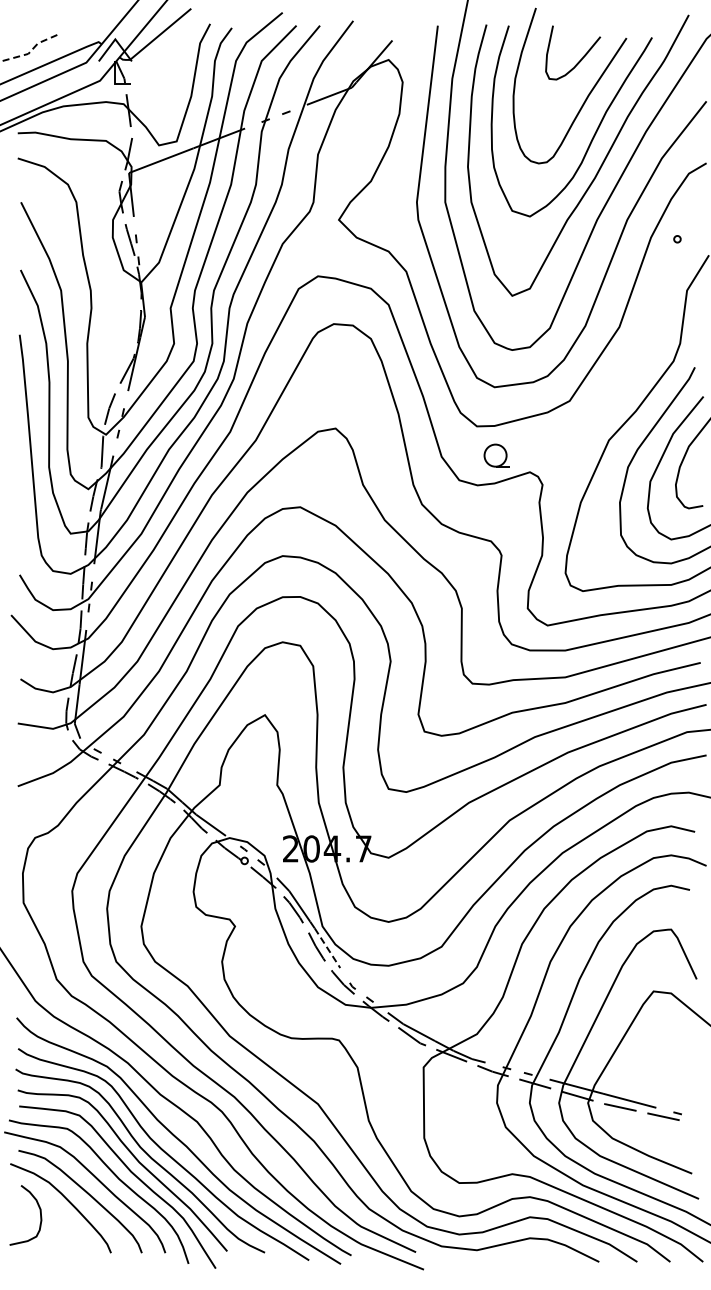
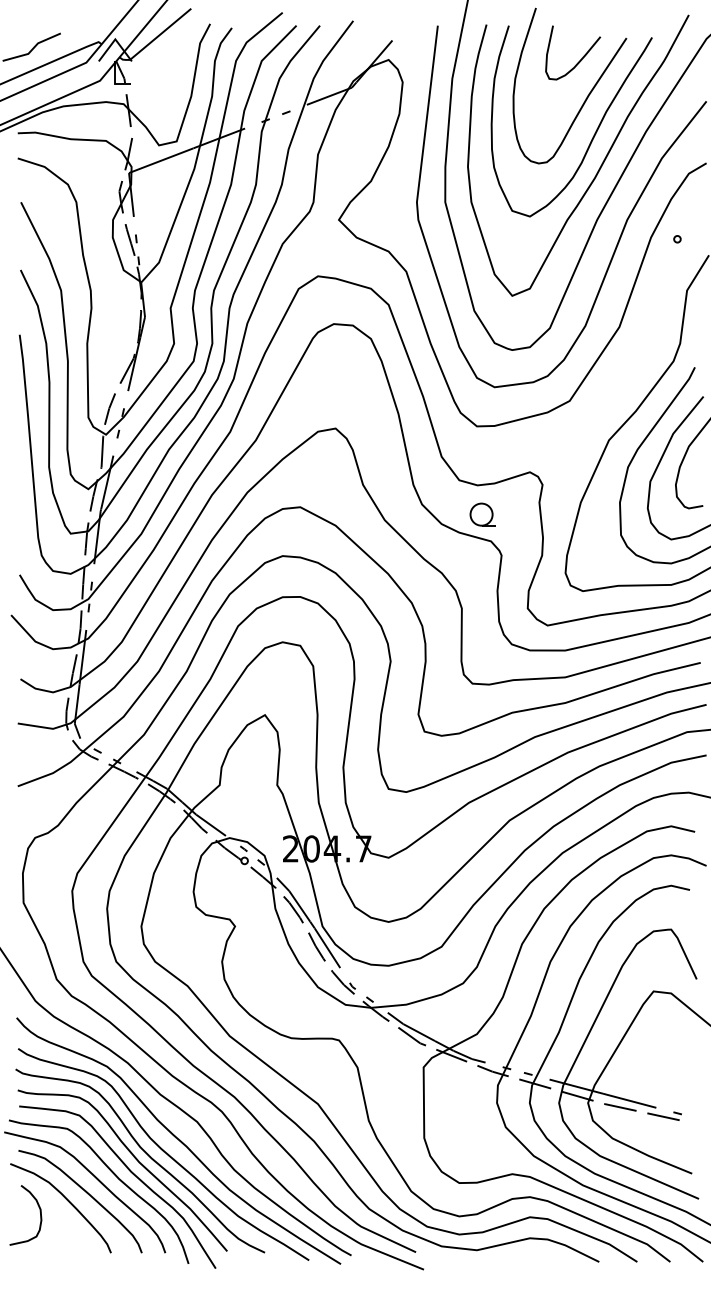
line at (32, 48): dashed -> solid
part at (496, 455) position: (496, 455) -> (482, 514)
line at (327, 948): dashed -> solid
